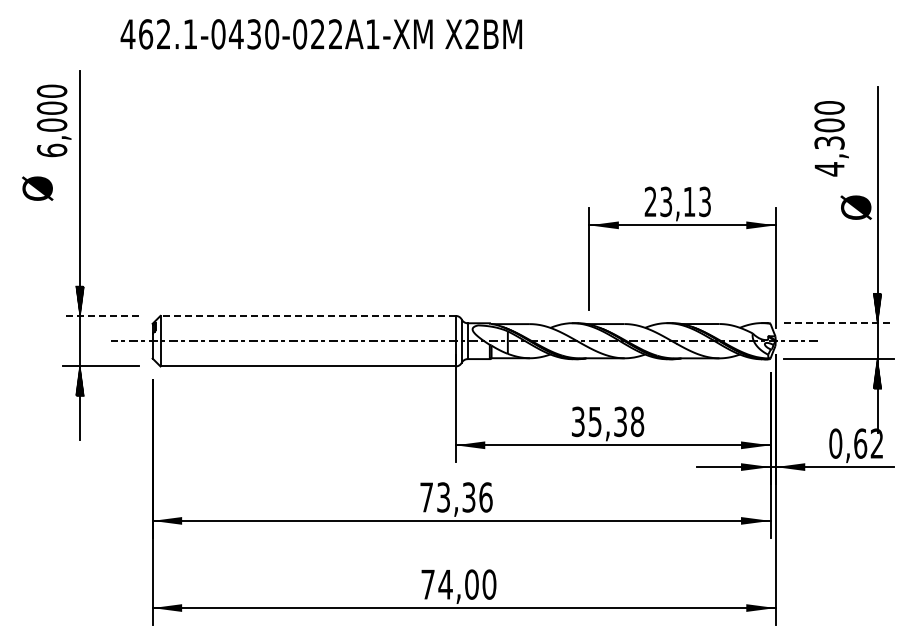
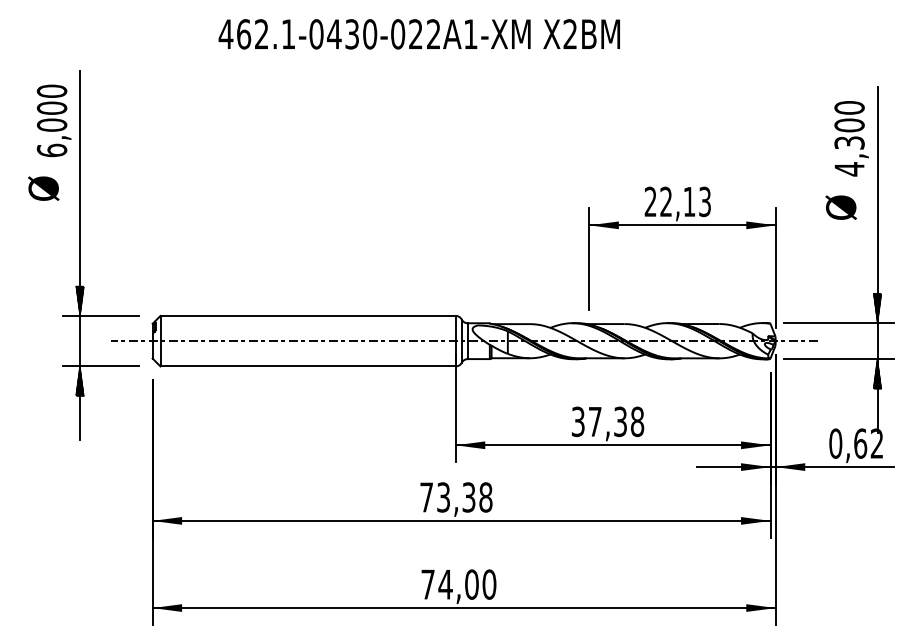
text at (320, 34) position: (320, 34) -> (418, 34)
text at (831, 138) position: (831, 138) -> (851, 138)
text at (37, 188) position: (37, 188) -> (43, 188)
text at (666, 202): 23,13 -> 22,13
text at (855, 207) position: (855, 207) -> (840, 207)
line at (100, 315): dashed -> solid
line at (308, 315): dashed -> solid
line at (839, 323): dashed -> solid
text at (594, 422): 35,38 -> 37,38
text at (485, 497): 73,36 -> 73,38
